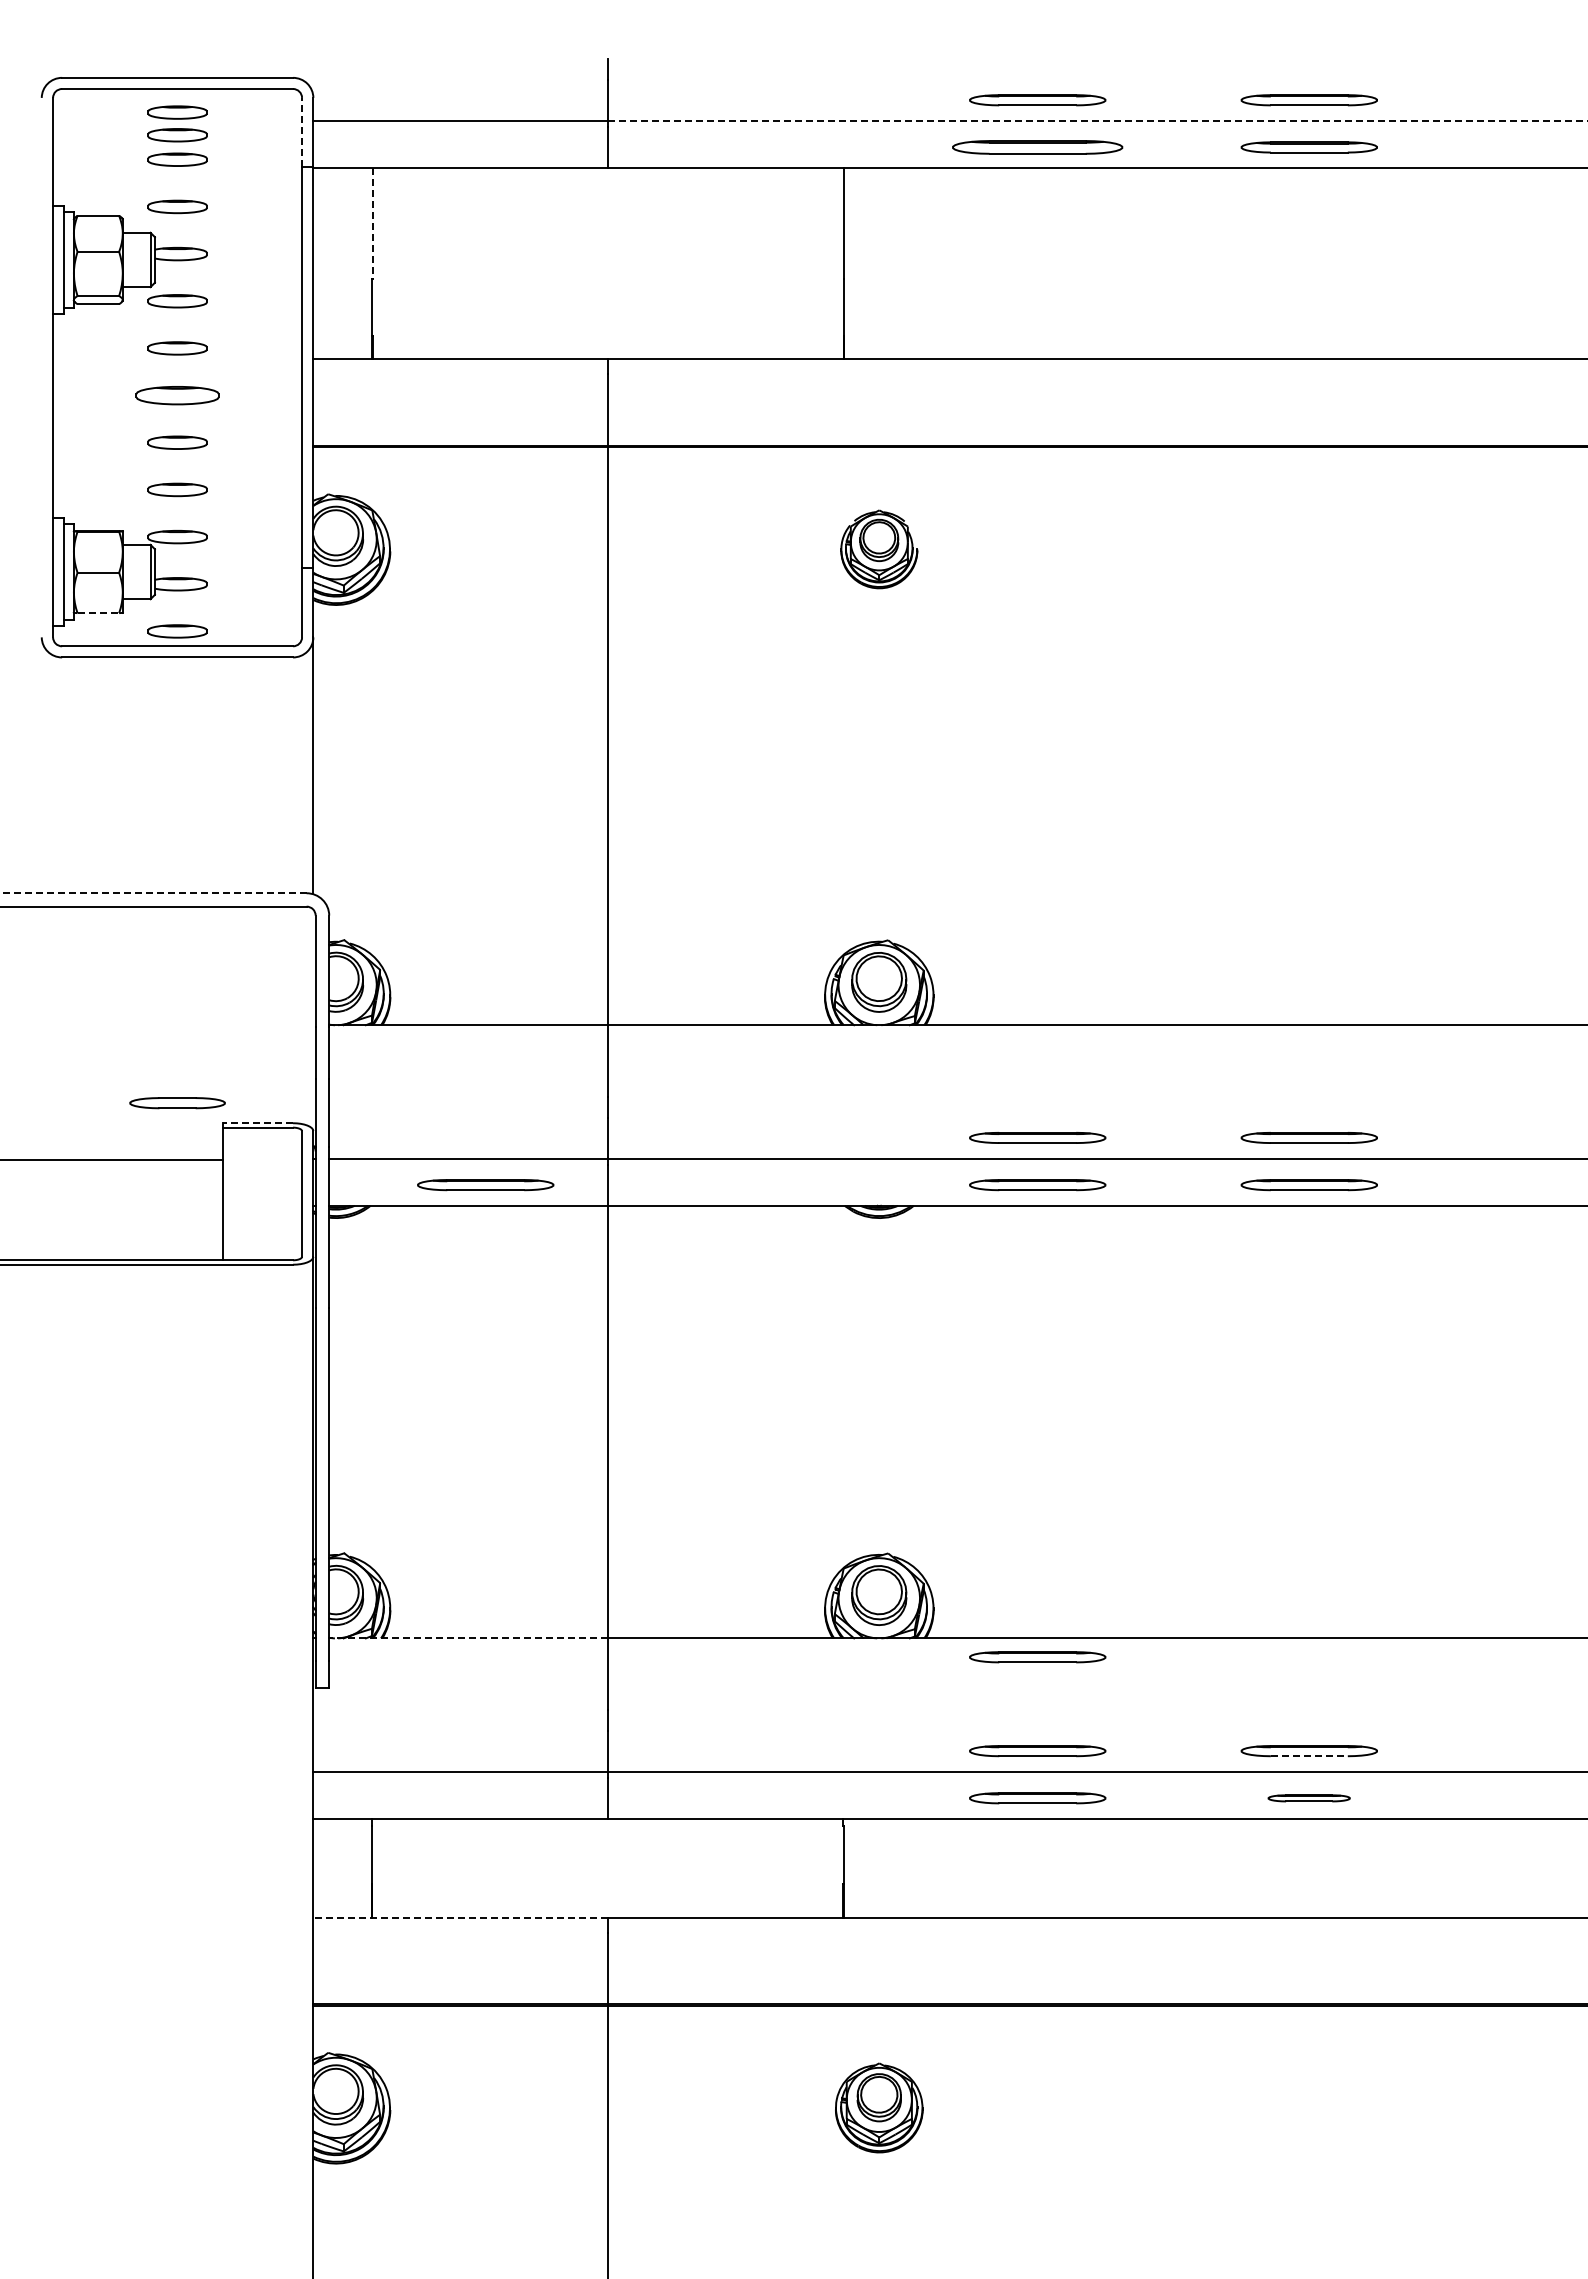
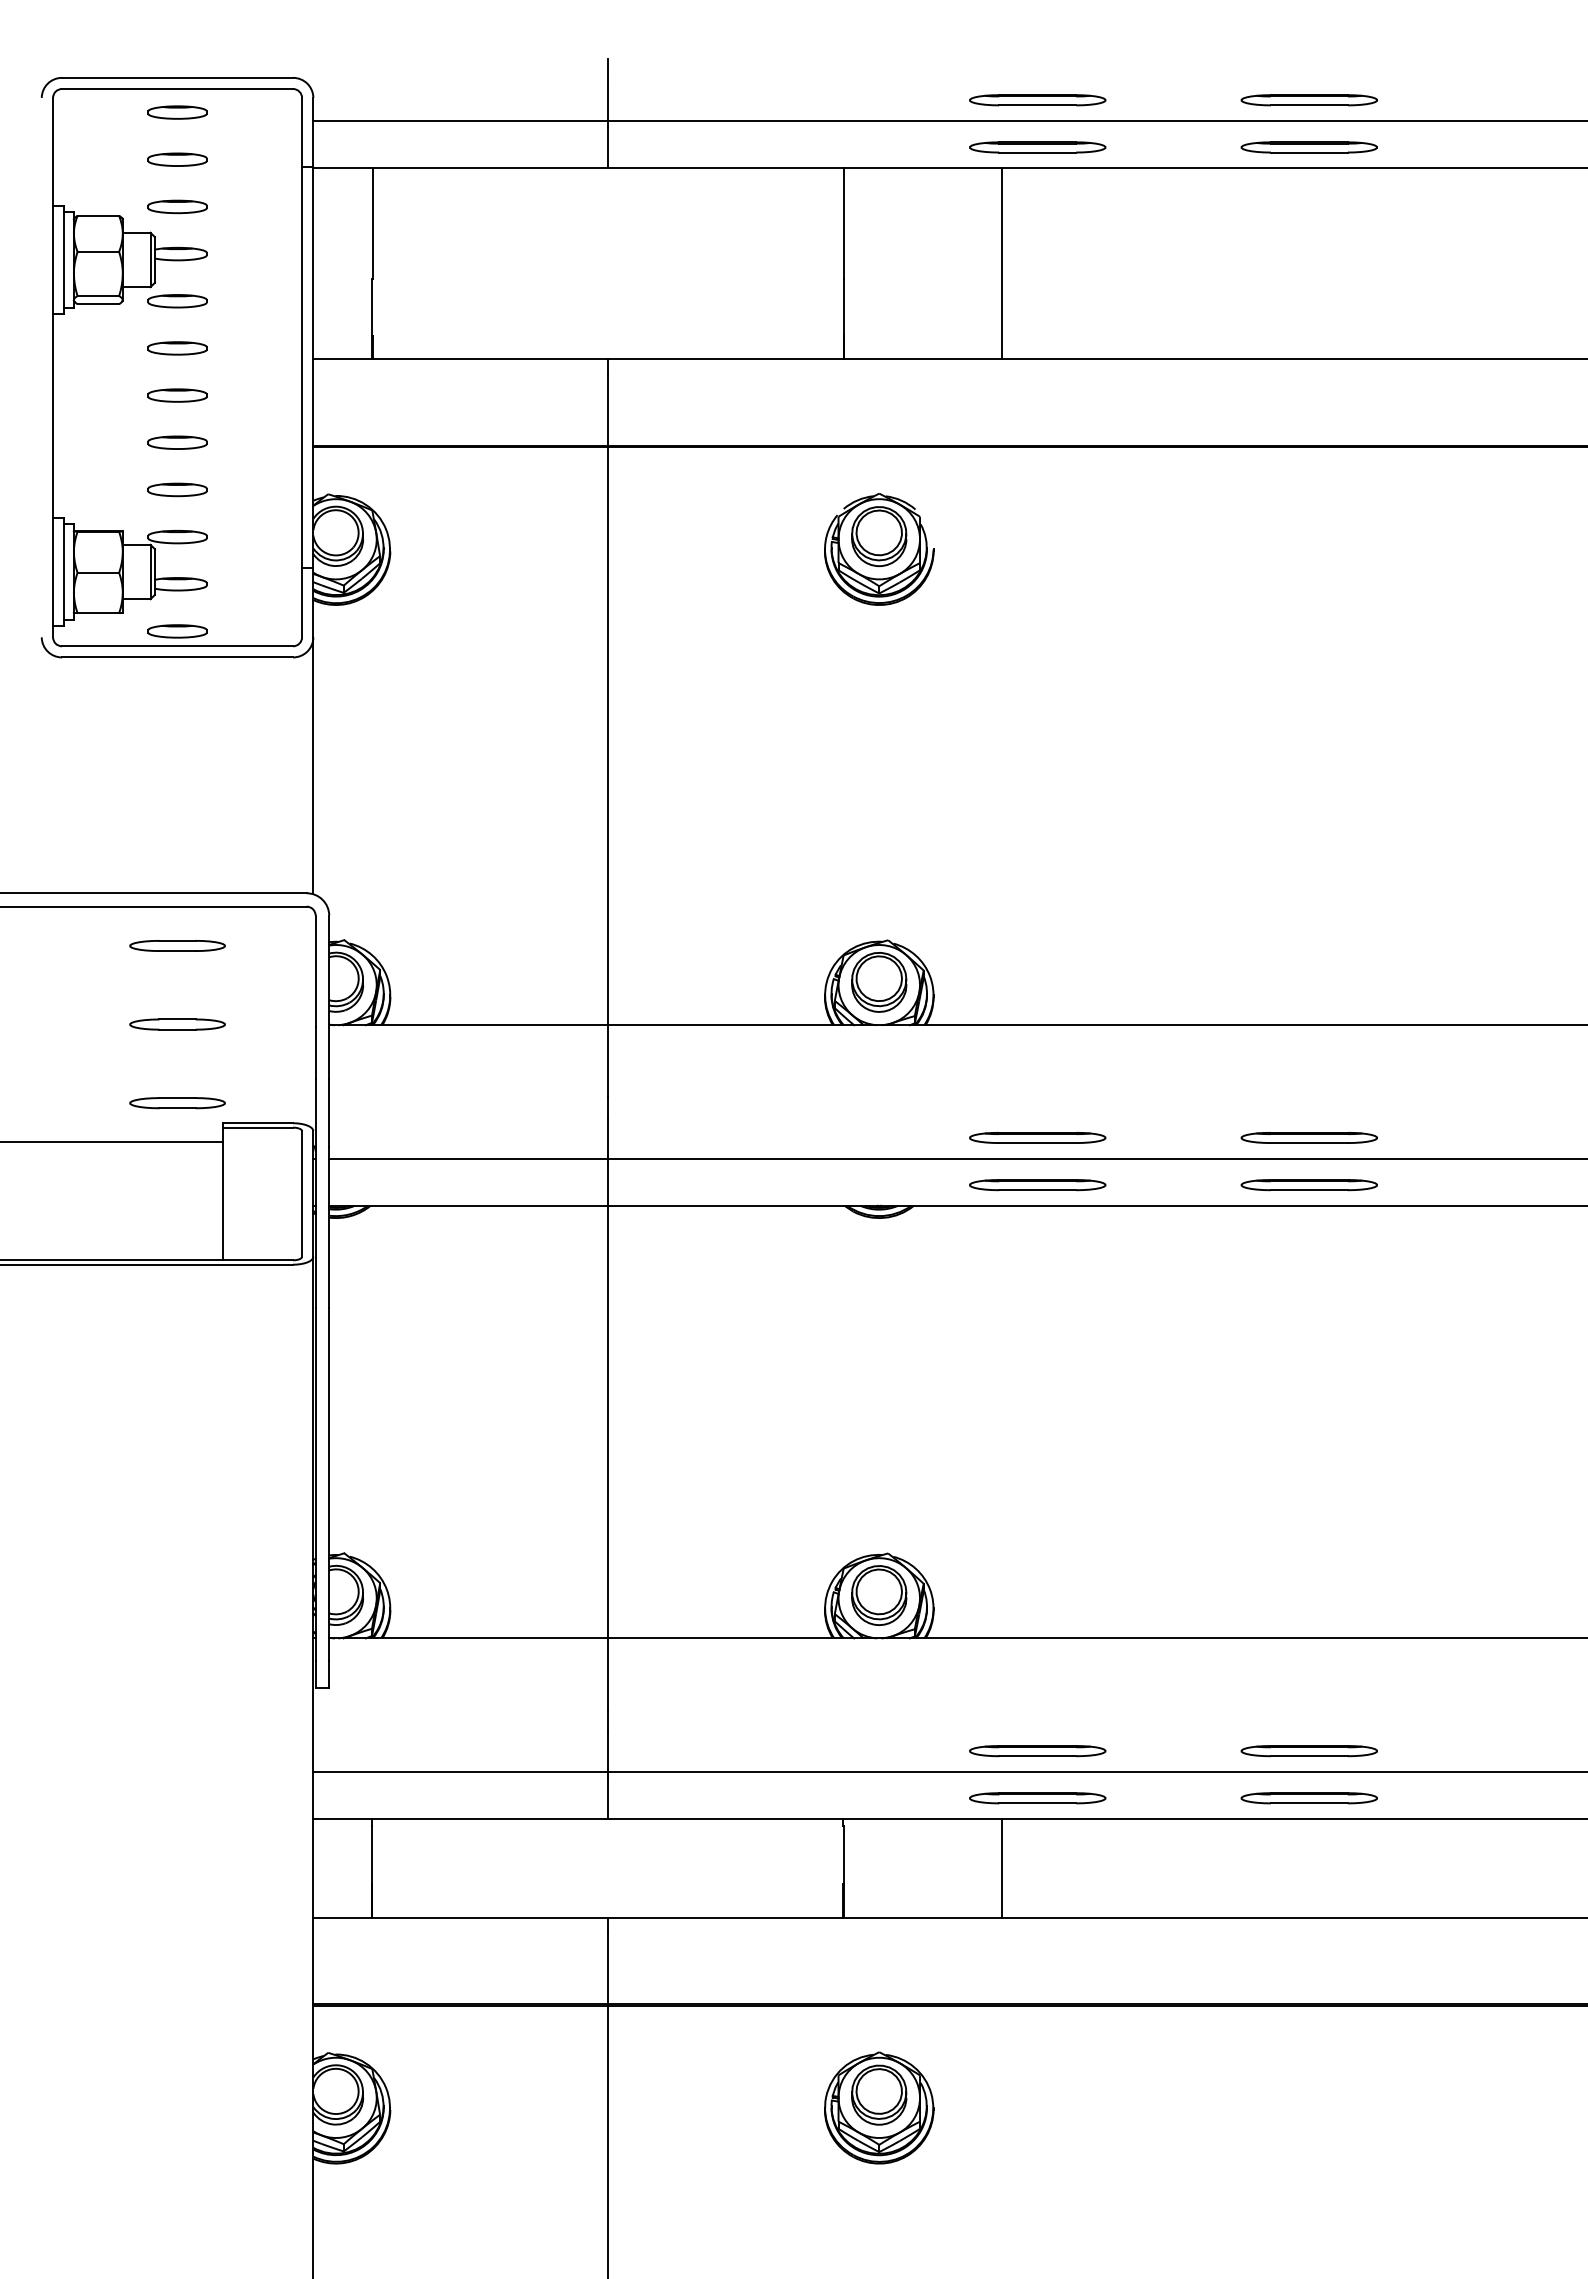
line at (1097, 120): dashed -> solid
line at (302, 132): dashed -> solid
part at (177, 135): present -> none
part at (1037, 147) size: 172x15 px -> 138x13 px
line at (372, 223): dashed -> solid
line at (1001, 263): none -> present
part at (177, 395) size: 85x20 px -> 61x15 px
part at (879, 549) size: 79x81 px -> 111x113 px
line at (98, 613): dashed -> solid
line at (153, 893): dashed -> solid
part at (177, 945): none -> present
part at (177, 1024): none -> present
line at (257, 1123): dashed -> solid
line at (112, 1160) position: (112, 1160) -> (112, 1142)
part at (485, 1185): present -> none
line at (467, 1638): dashed -> solid
part at (1037, 1657): present -> none
line at (1309, 1756): dashed -> solid
part at (1308, 1798) size: 84x9 px -> 138x13 px
line at (1001, 1868): none -> present
line at (460, 1917): dashed -> solid
part at (879, 2107) size: 89x92 px -> 111x114 px
